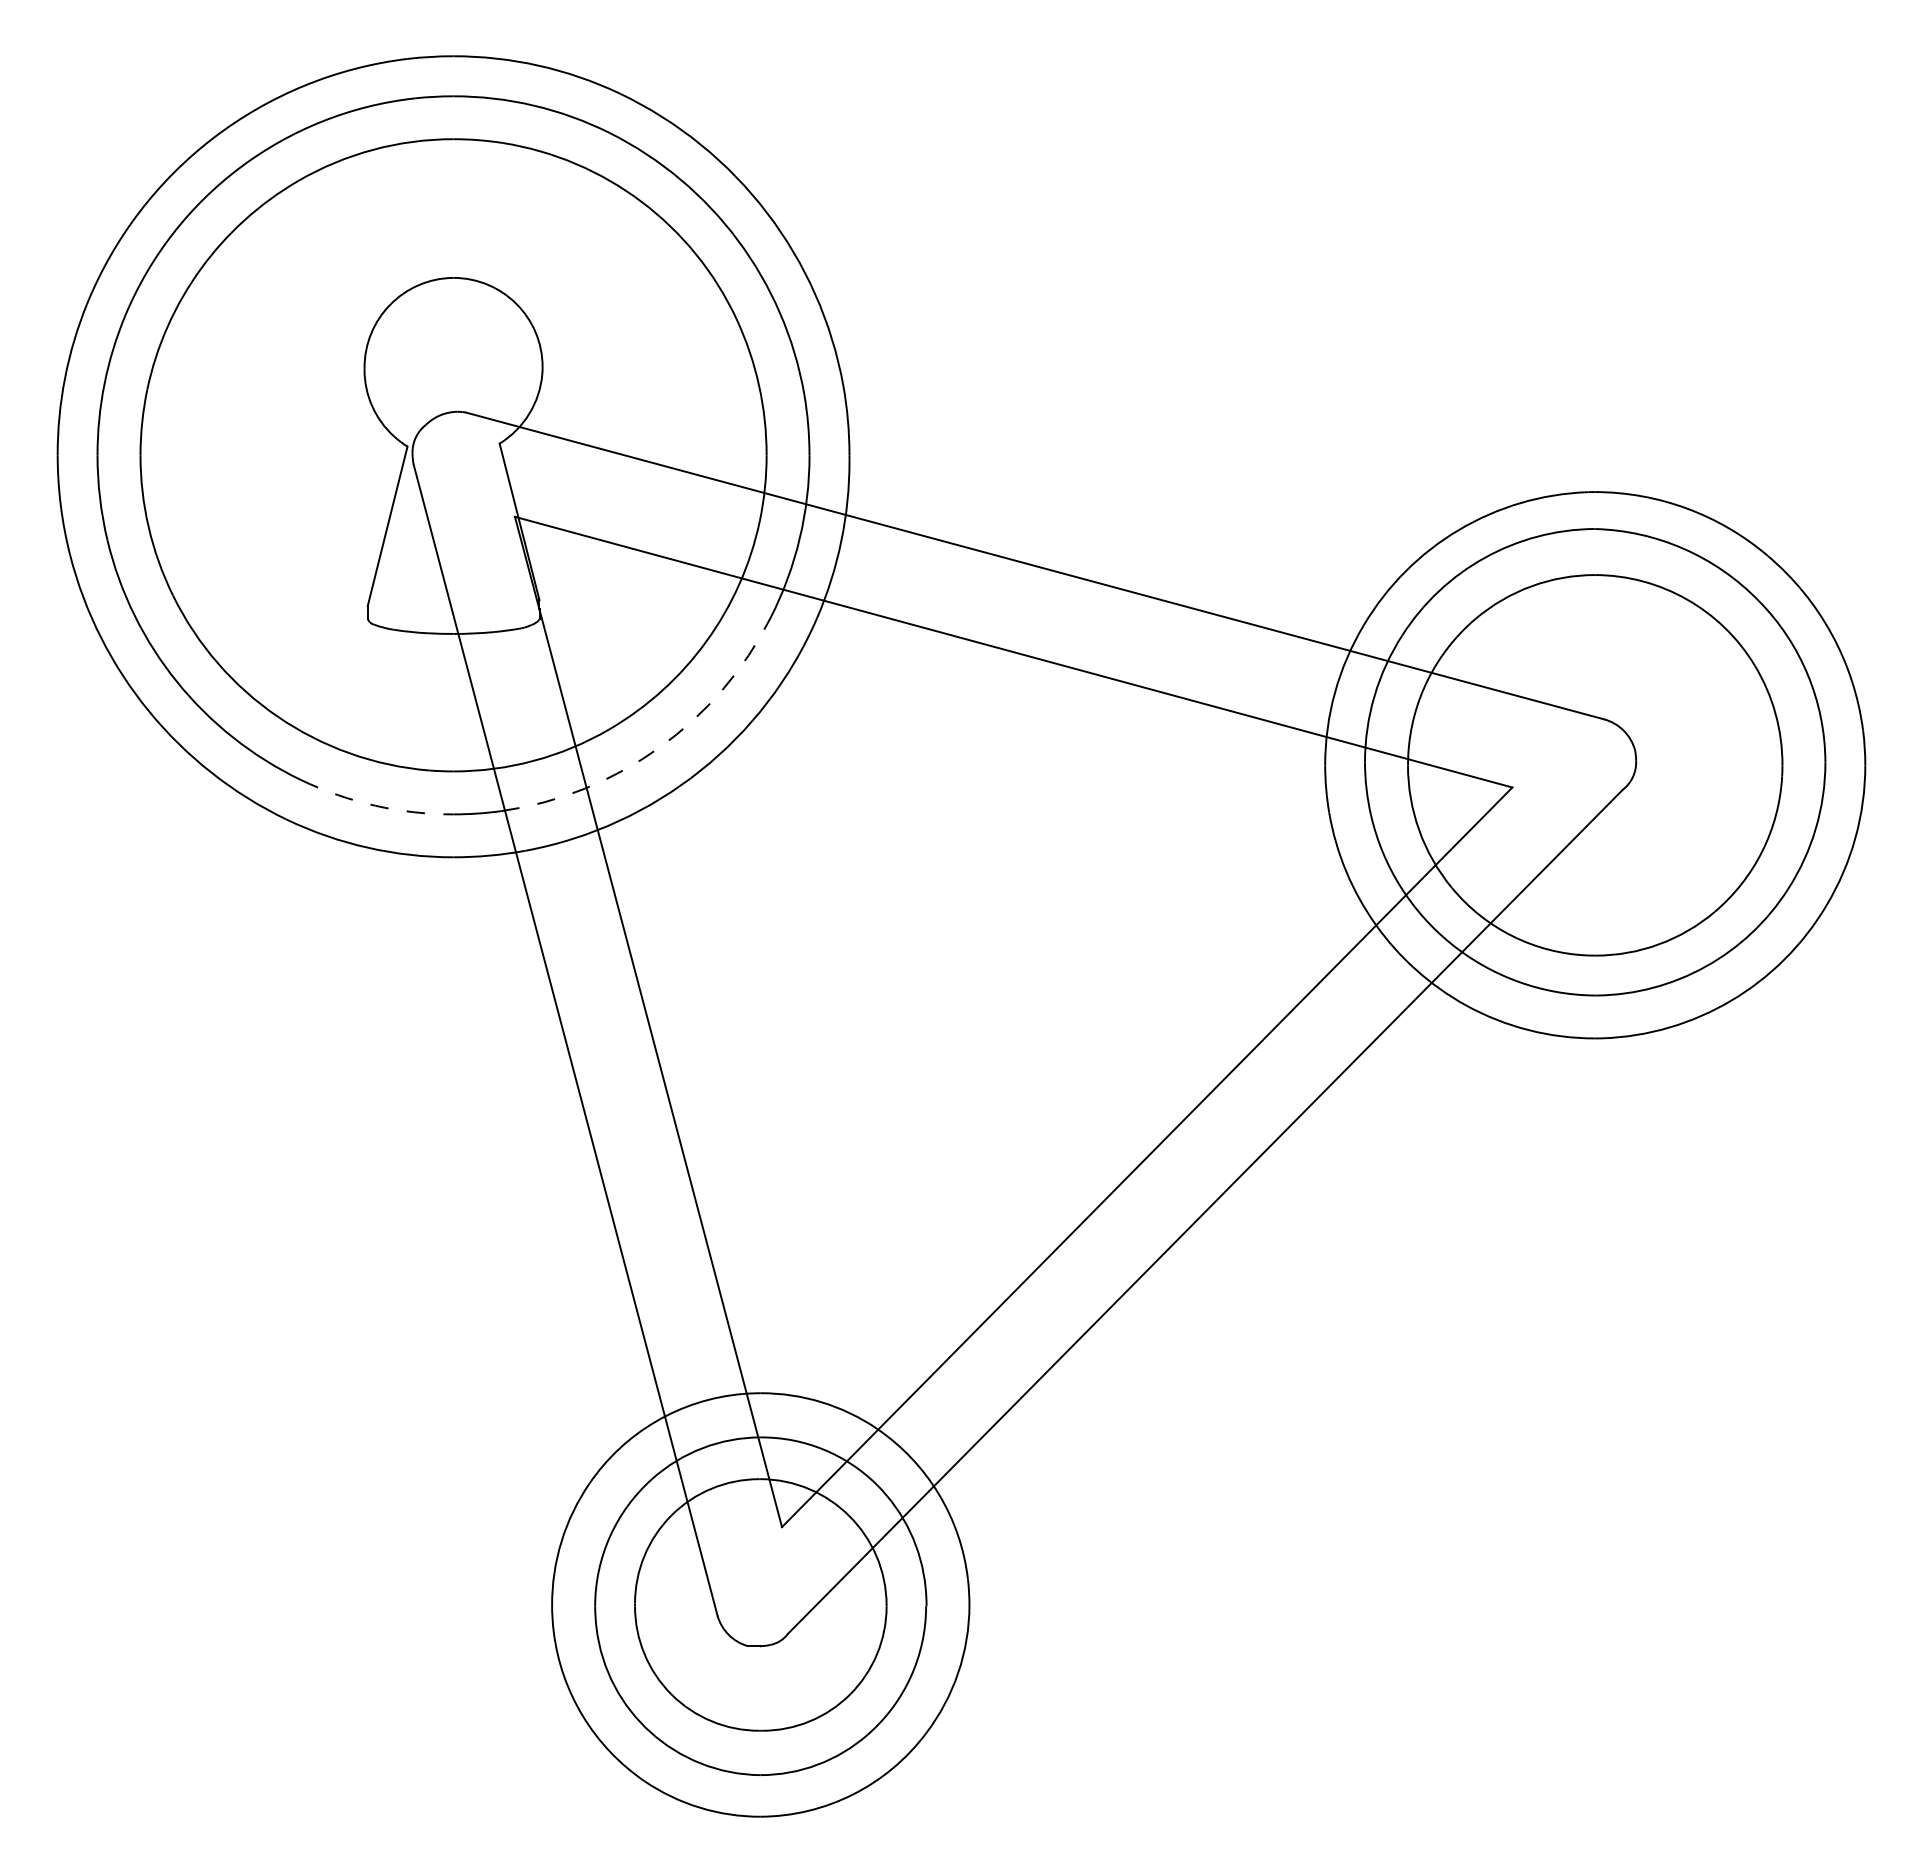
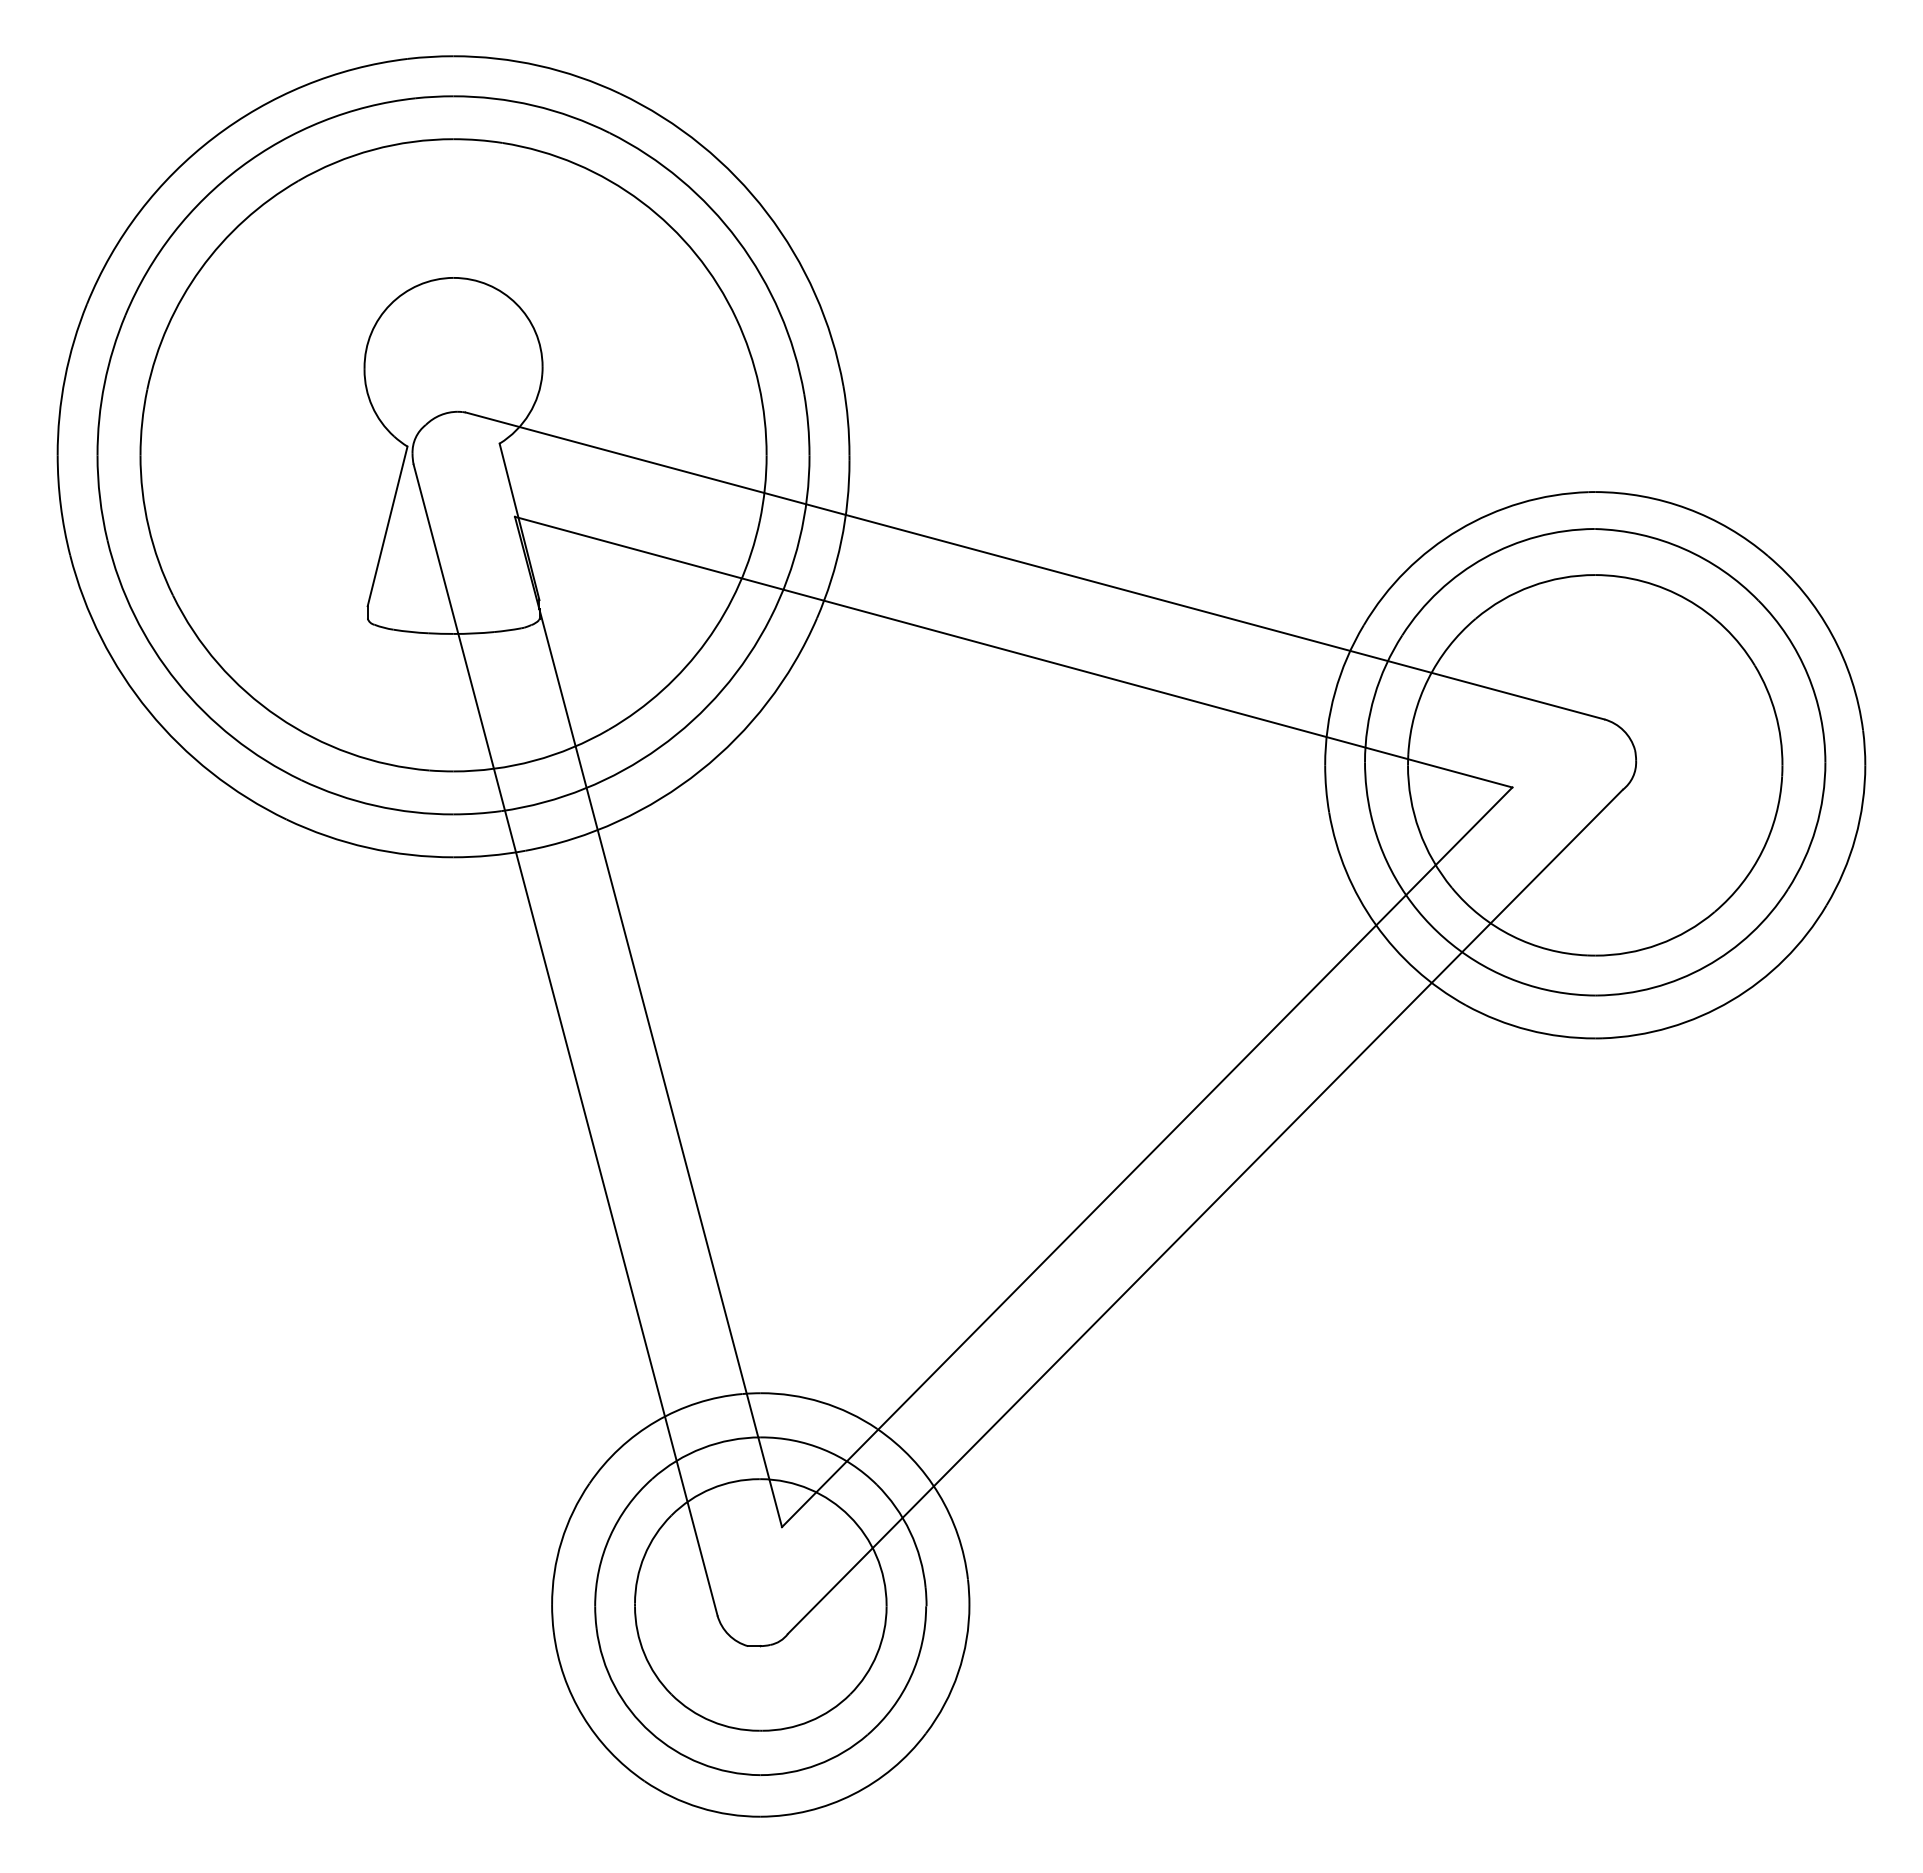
arc at (659, 747): dashed -> solid
arc at (375, 805): dashed -> solid
